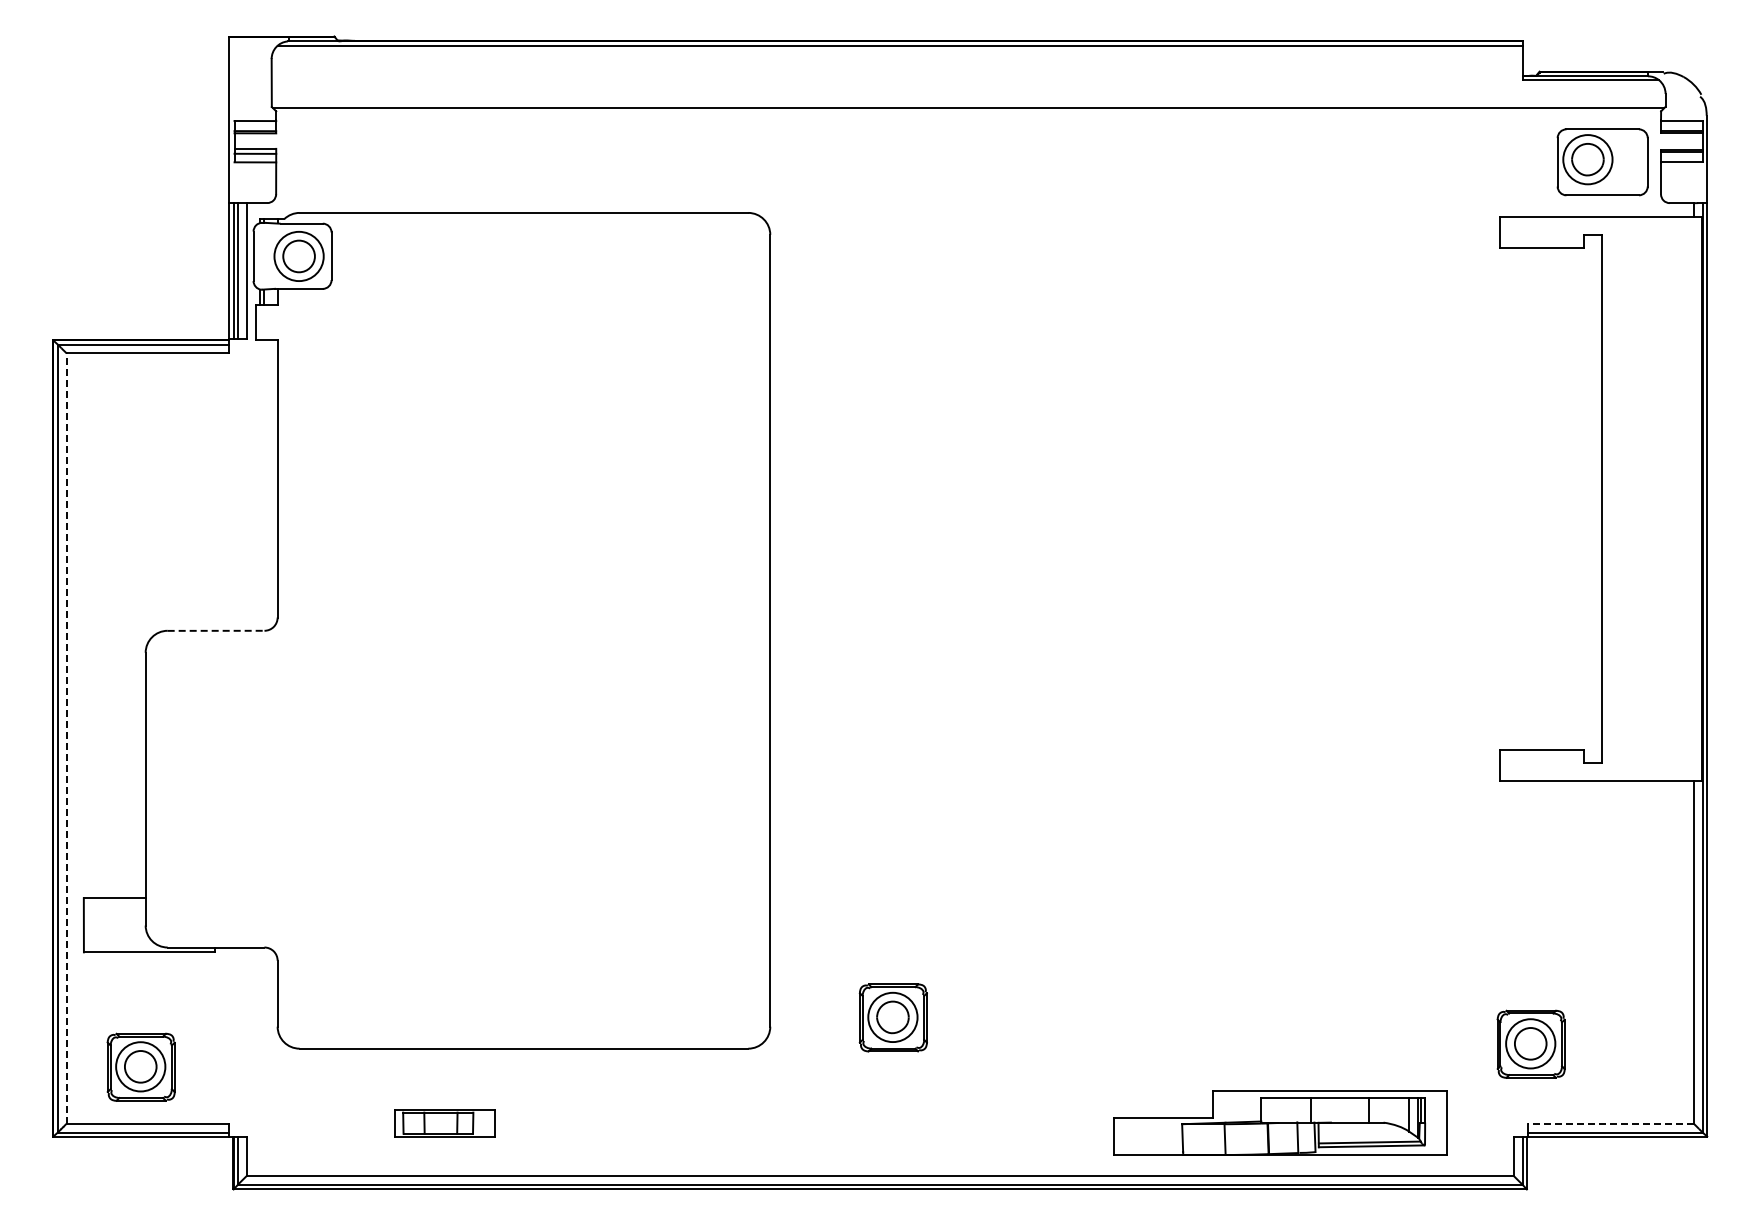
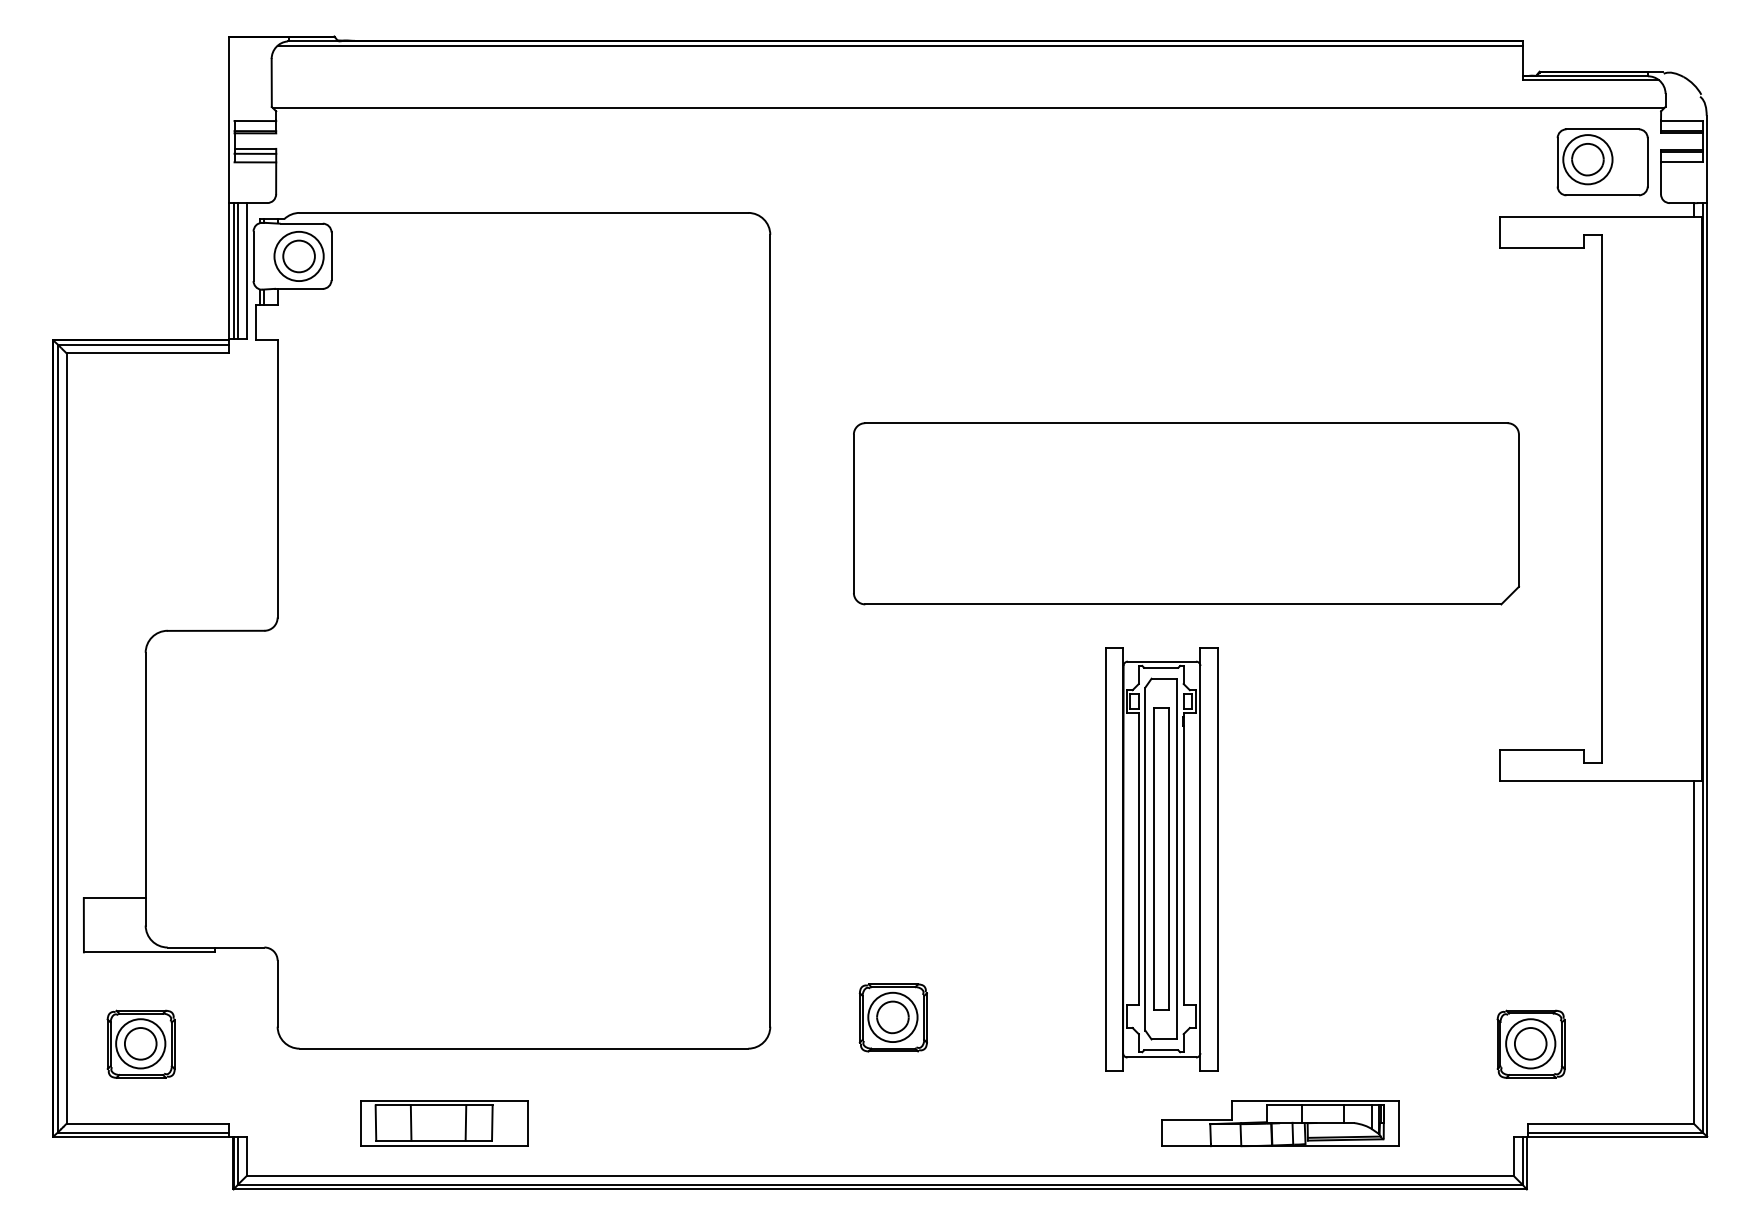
part at (1186, 513): none -> present
line at (216, 630): dashed -> solid
line at (66, 738): dashed -> solid
part at (1161, 859): none -> present
part at (140, 1066) position: (140, 1066) -> (140, 1043)
part at (1280, 1122) size: 335x66 px -> 239x48 px
part at (444, 1123) size: 102x29 px -> 169x47 px
line at (1610, 1123): dashed -> solid
